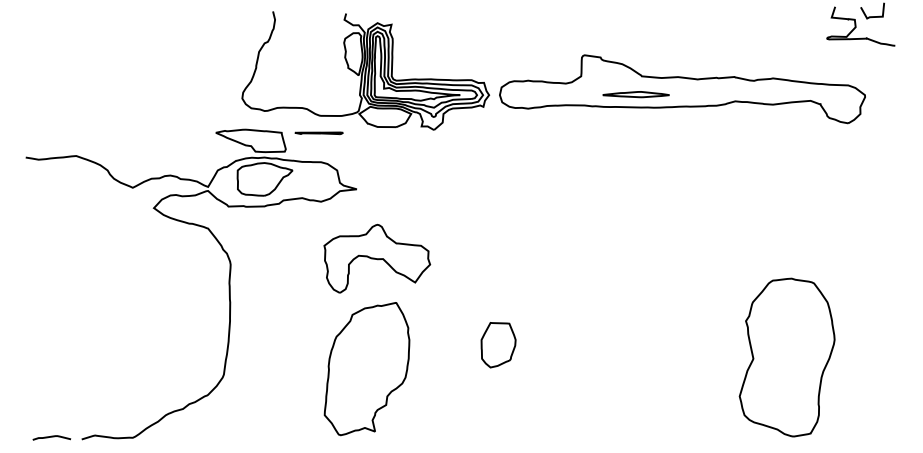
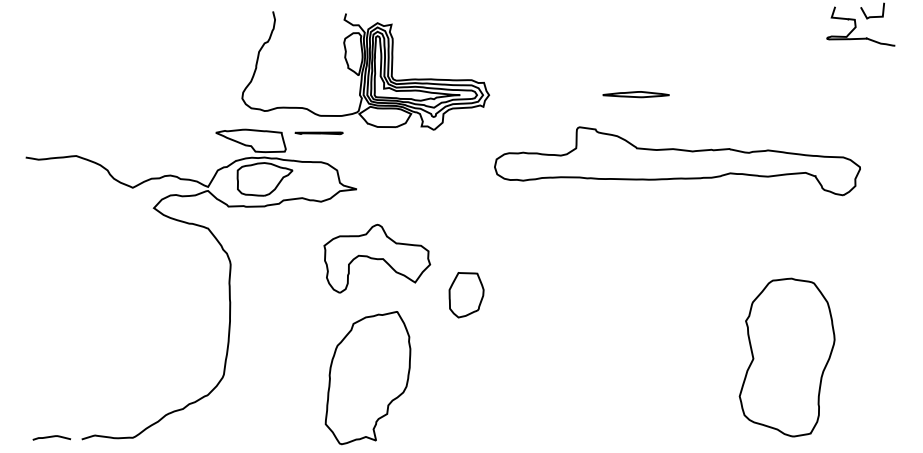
part at (682, 89) position: (682, 89) -> (677, 161)
part at (498, 345) position: (498, 345) -> (466, 295)
part at (366, 369) position: (366, 369) -> (367, 378)
